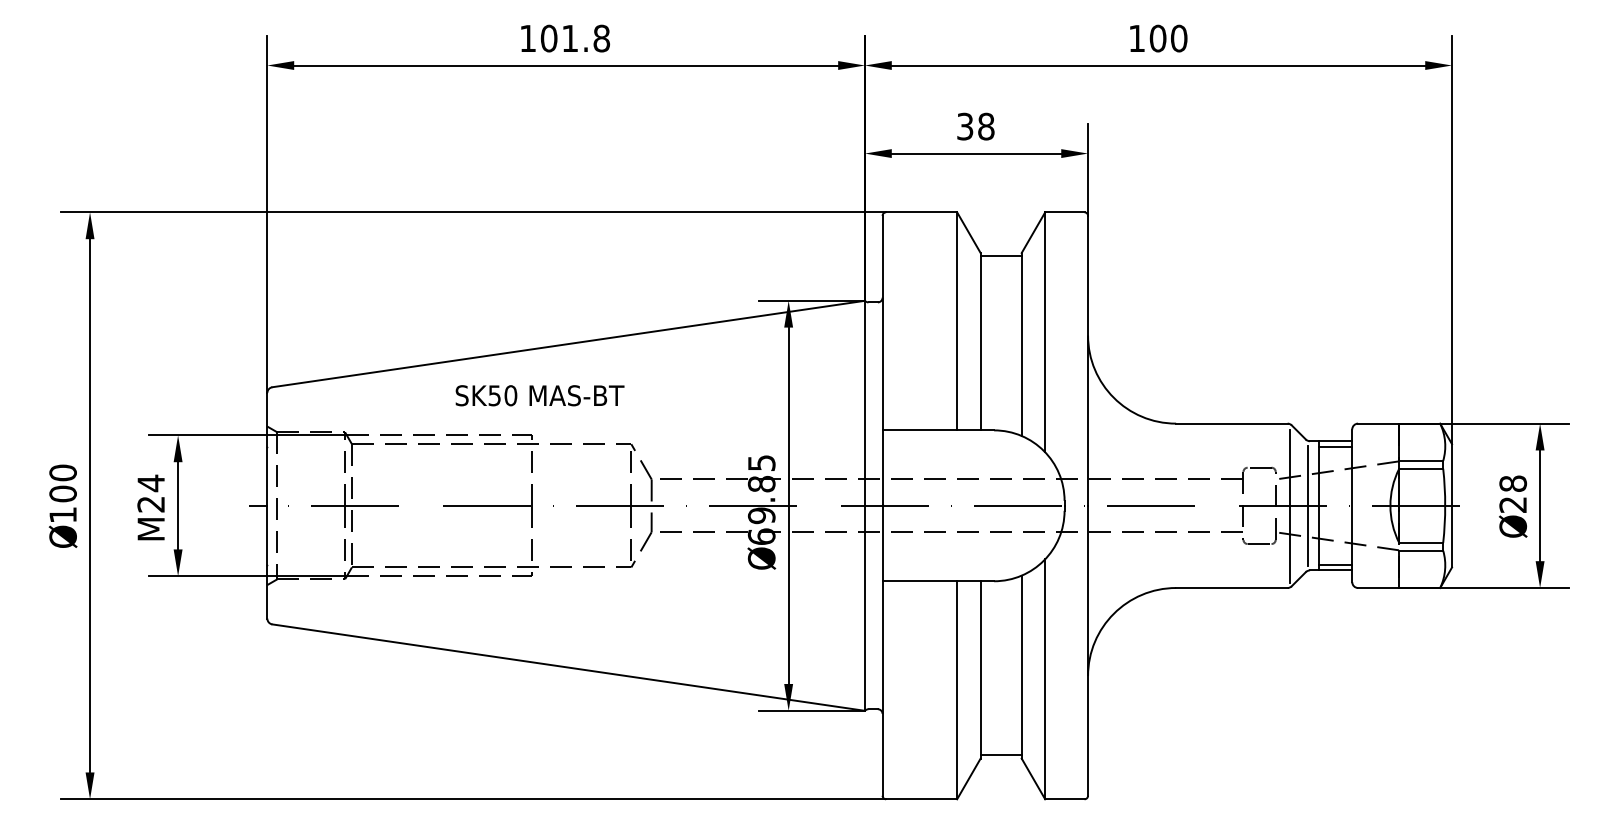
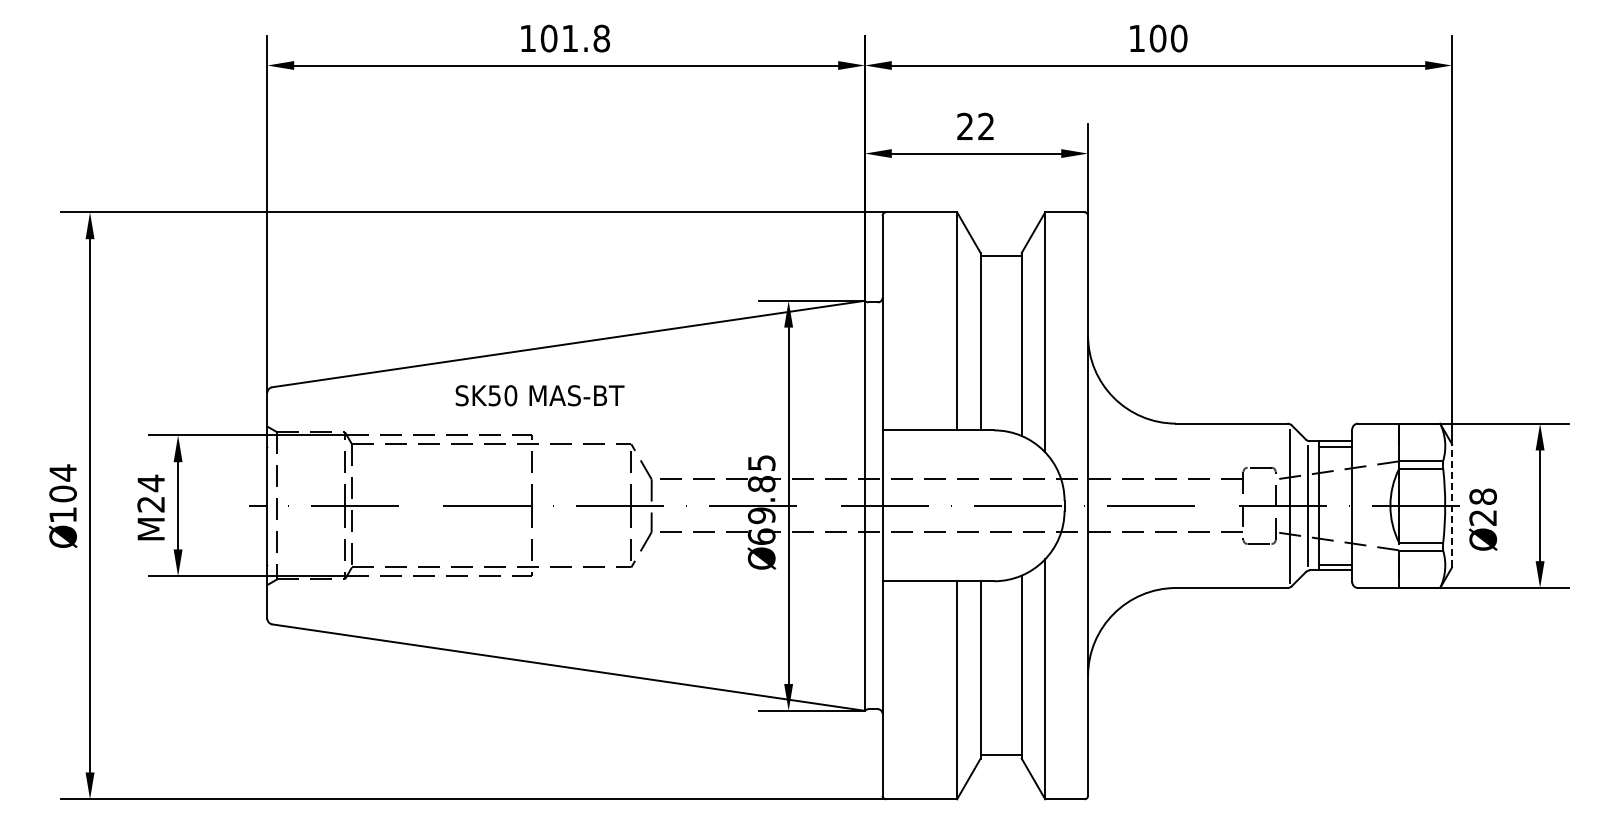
text at (975, 126): 38 -> 22
text at (62, 472): 100 -> 104
line at (1452, 505): solid -> dashed
text at (1513, 506) position: (1513, 506) -> (1483, 519)
